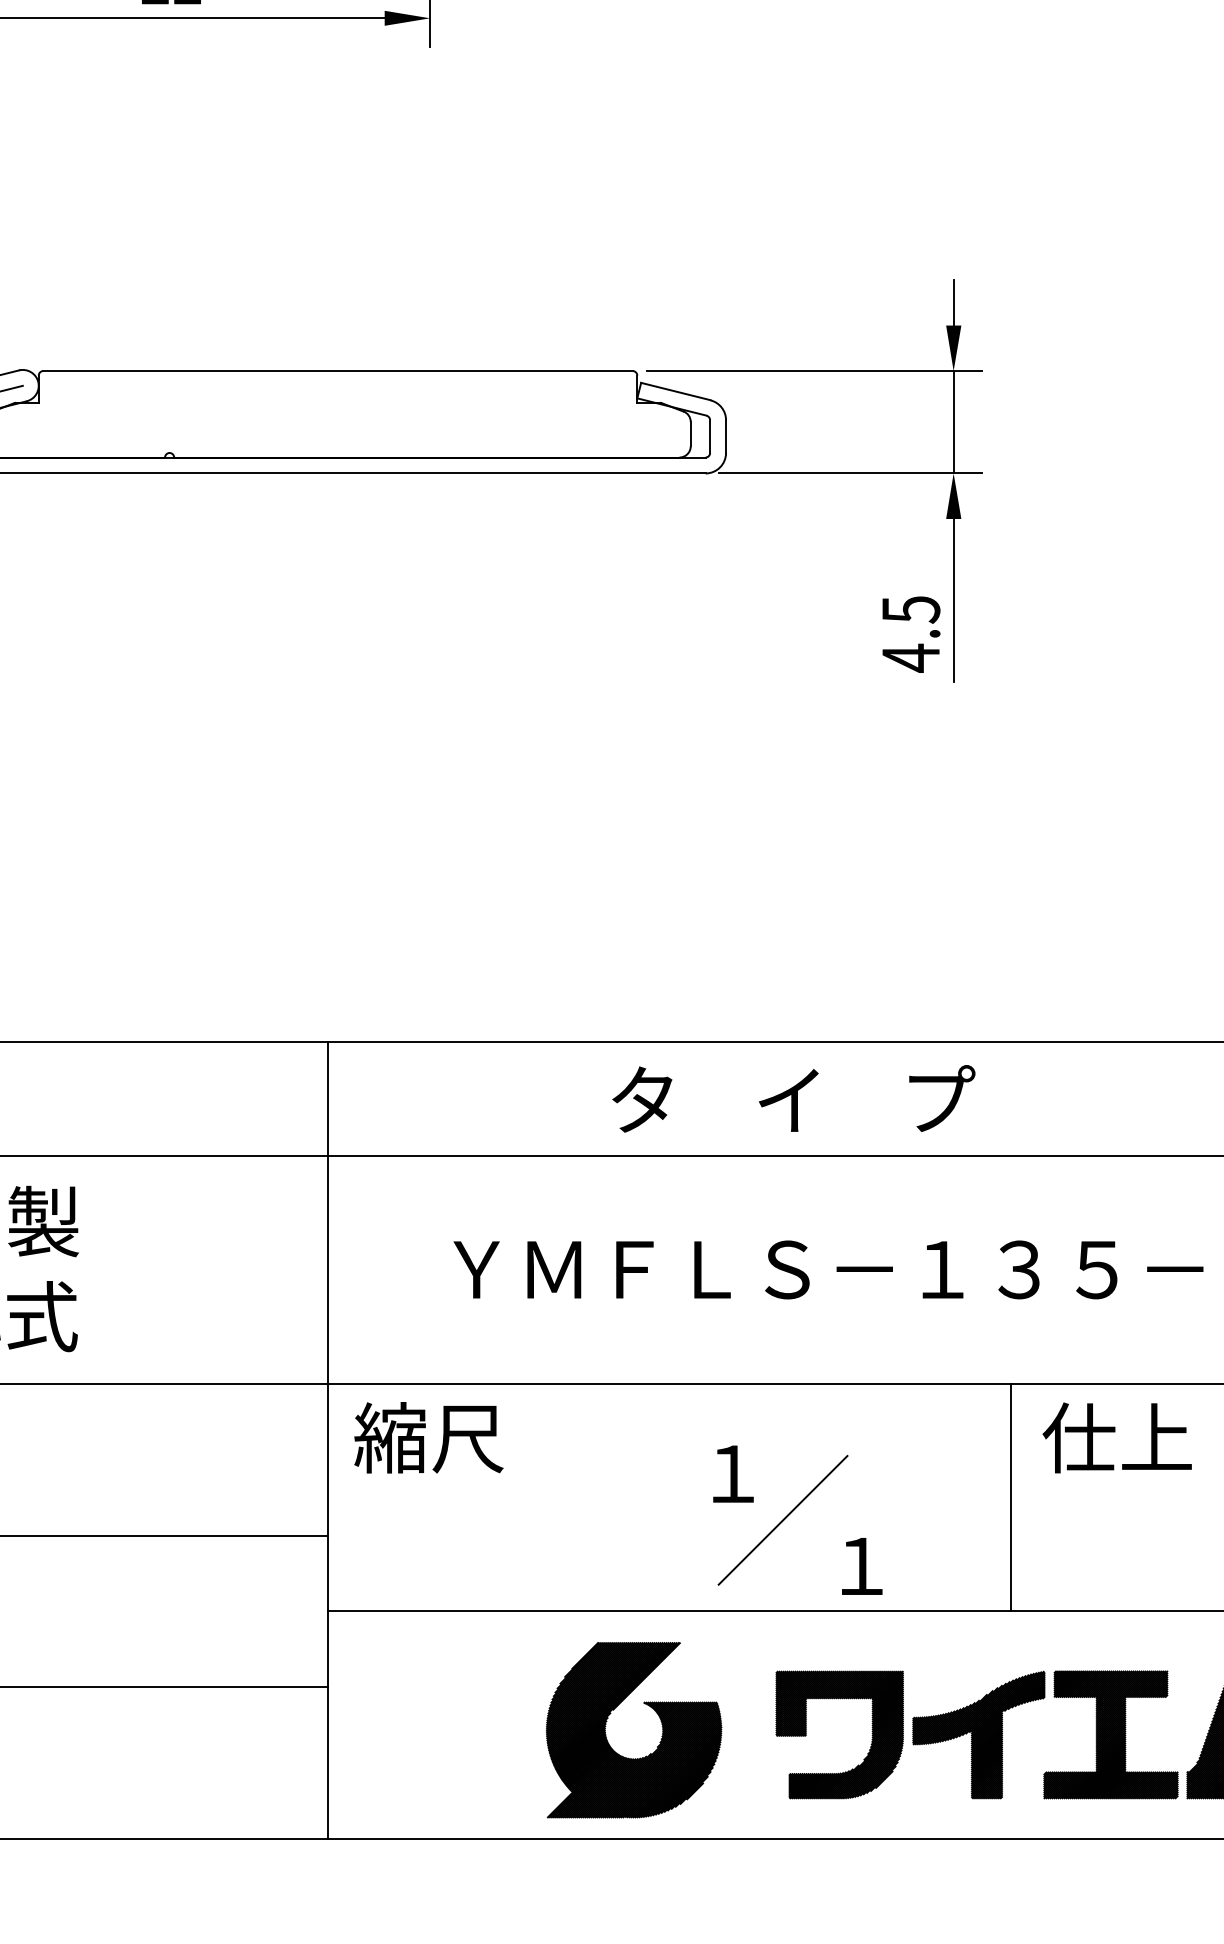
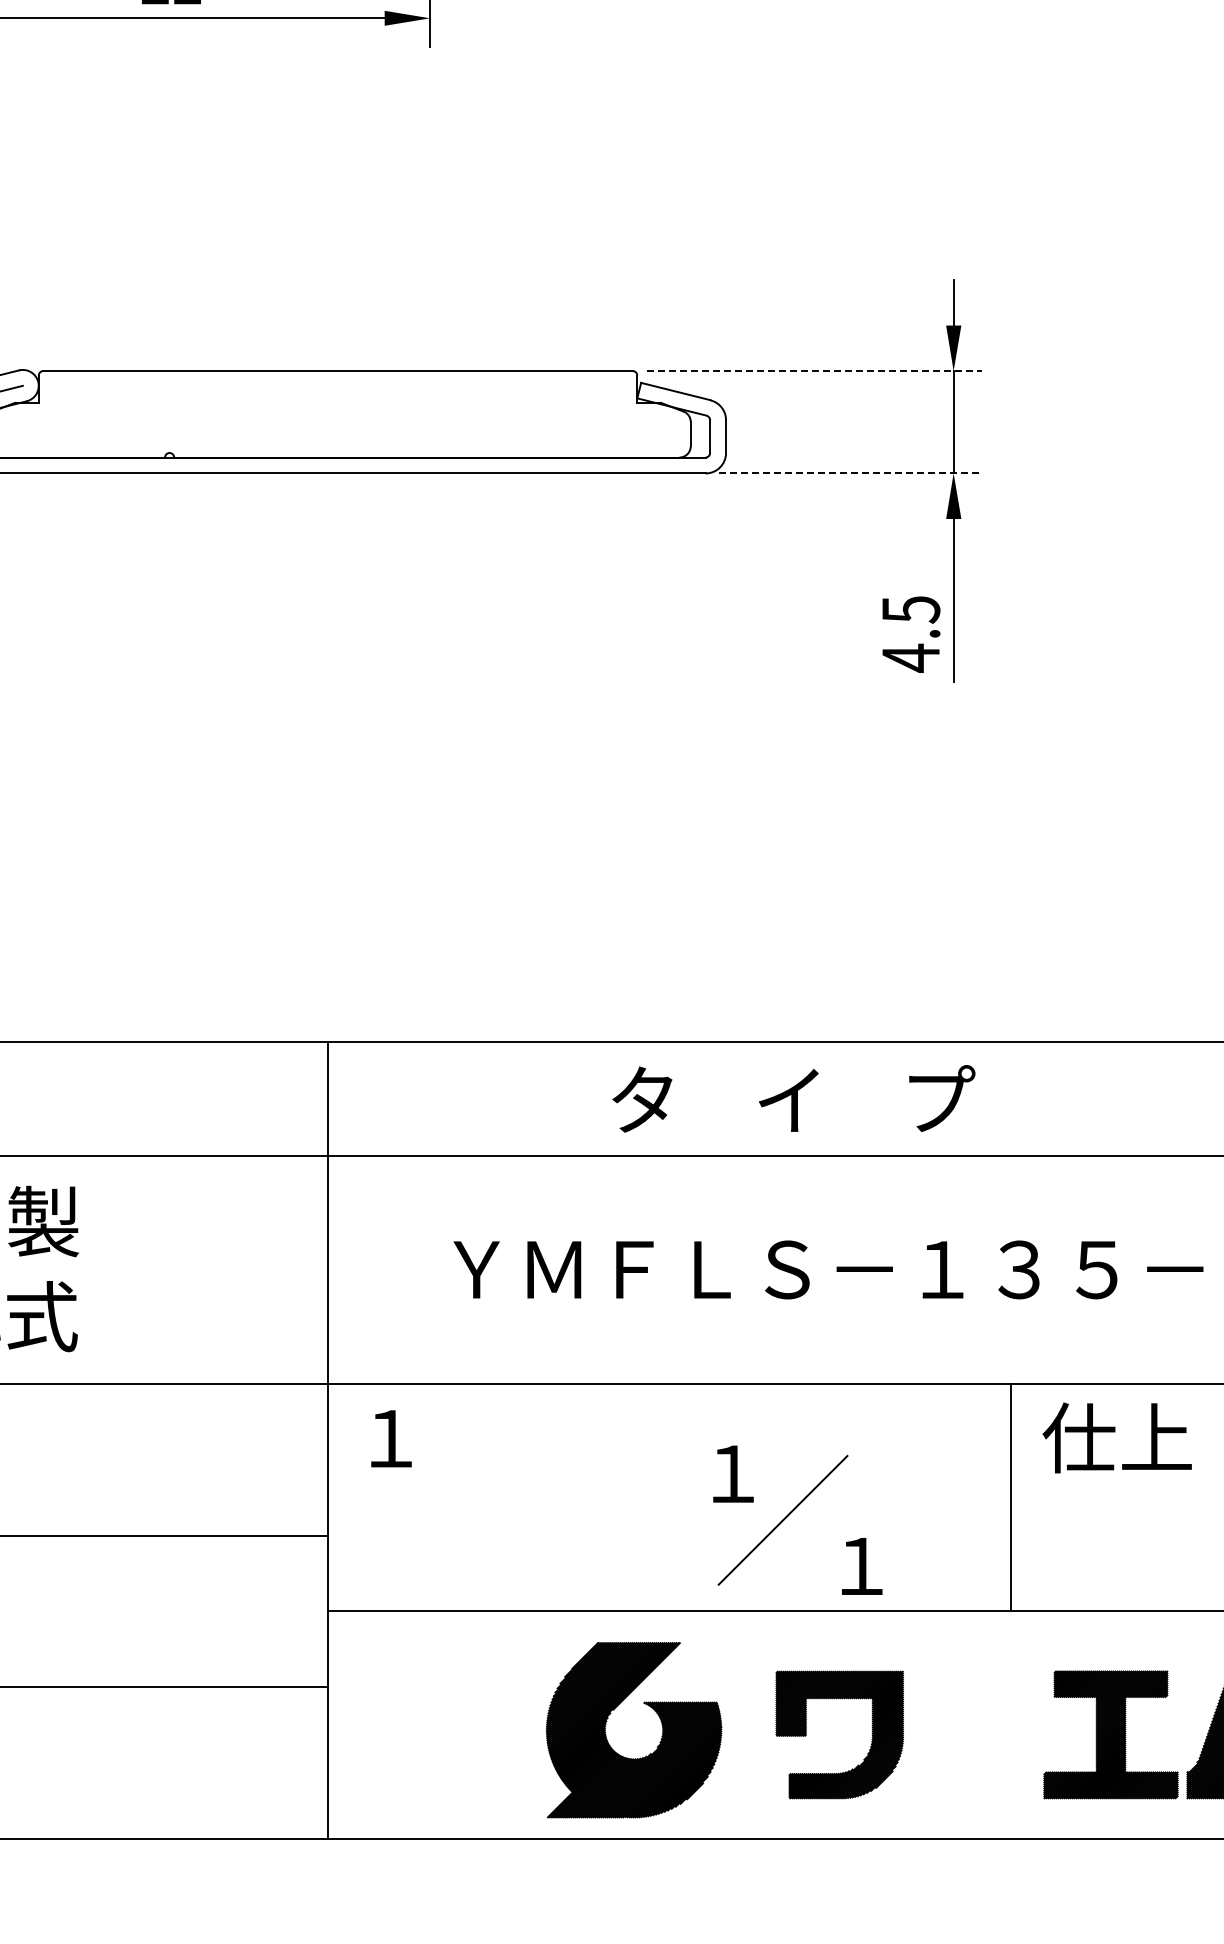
line at (814, 371): solid -> dashed
line at (851, 473): solid -> dashed
text at (428, 1437): 縮尺 -> １
part at (978, 1734): present -> none
